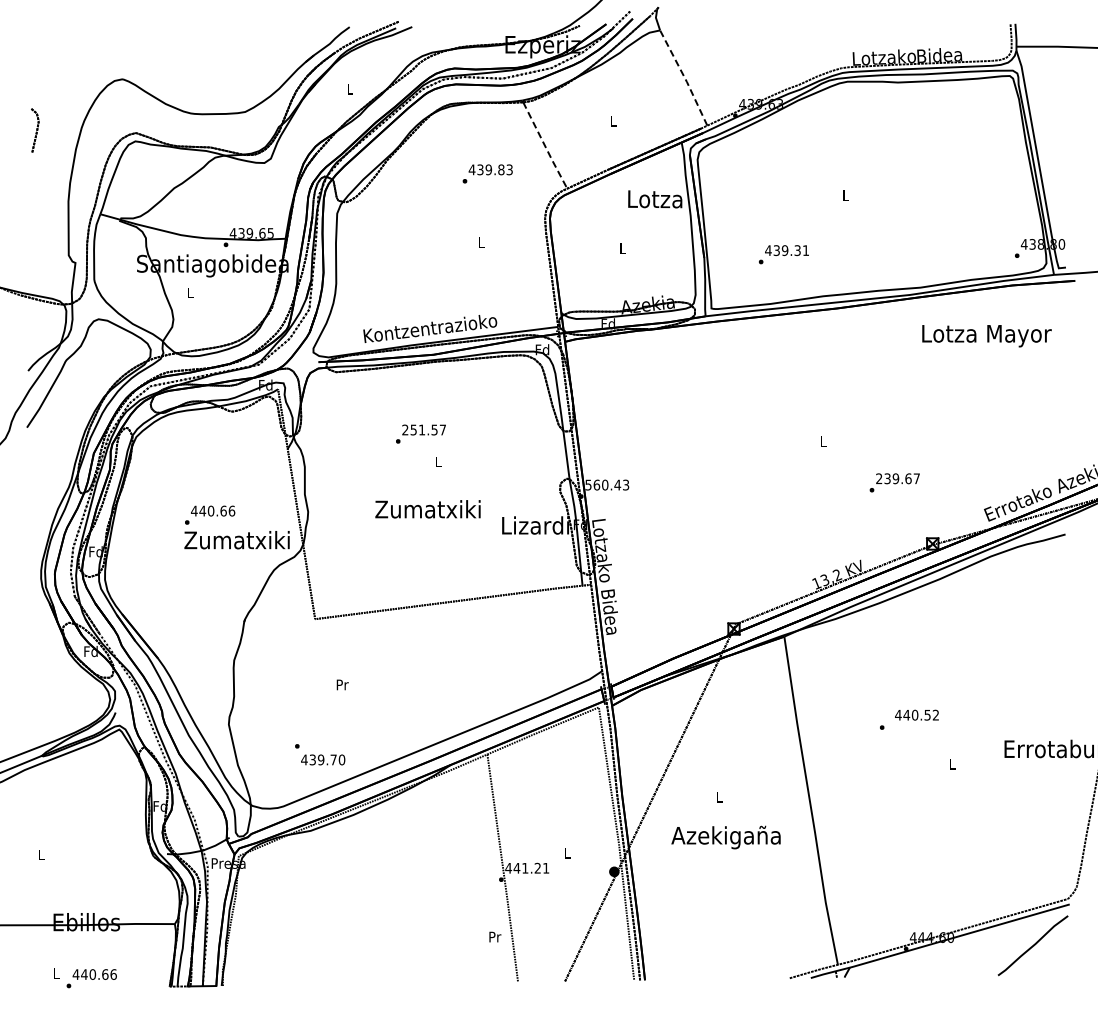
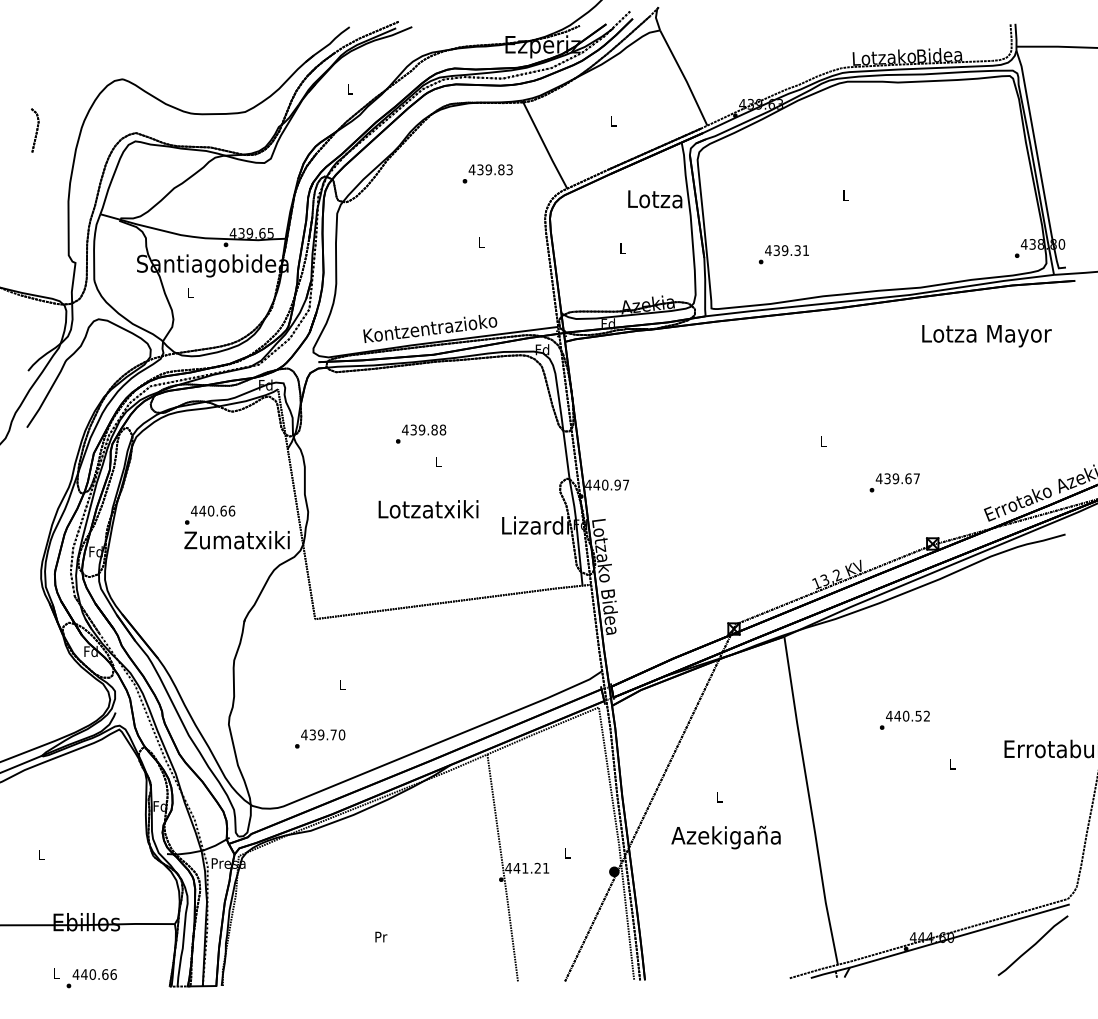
line at (684, 77): dashed -> solid
line at (545, 146): dashed -> solid
text at (424, 429): 251.57 -> 439.88
text at (878, 478): 239.67 -> 439.67
text at (607, 484): 560.43 -> 440.97
text at (427, 509): Zumatxiki -> Lotzatxiki
text at (342, 684): Pr -> L
text at (916, 714) position: (916, 714) -> (907, 715)
text at (323, 759) position: (323, 759) -> (323, 734)
text at (495, 936) position: (495, 936) -> (381, 936)
